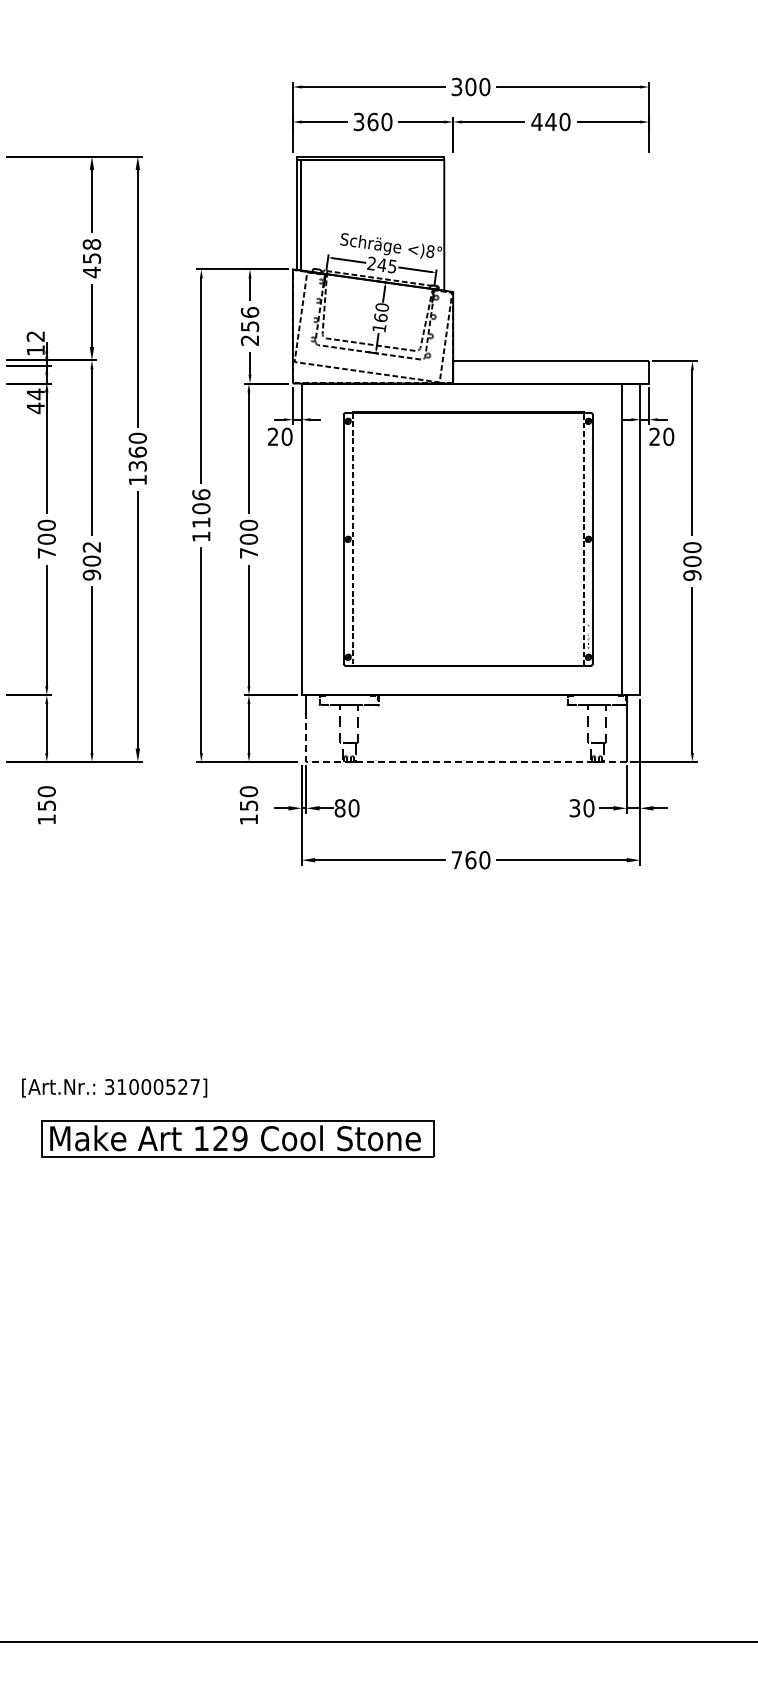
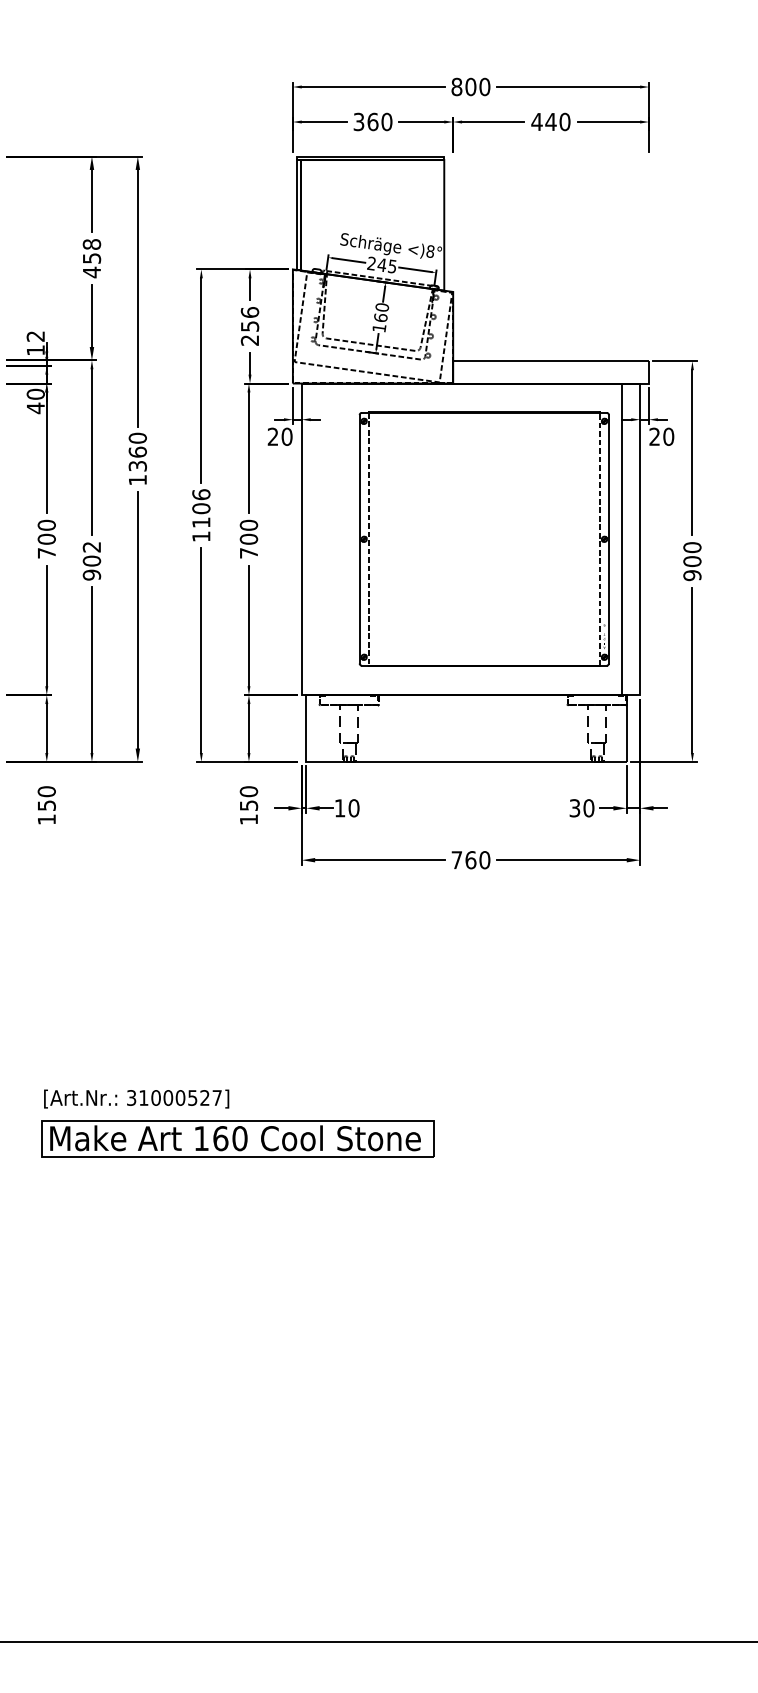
text at (456, 86): 300 -> 800
text at (35, 394): 44 -> 40
part at (467, 538) position: (467, 538) -> (483, 538)
line at (443, 761): dashed -> solid
text at (339, 808): 80 -> 10
text at (114, 1087) position: (114, 1087) -> (136, 1098)
text at (230, 1138): 129 -> 160
